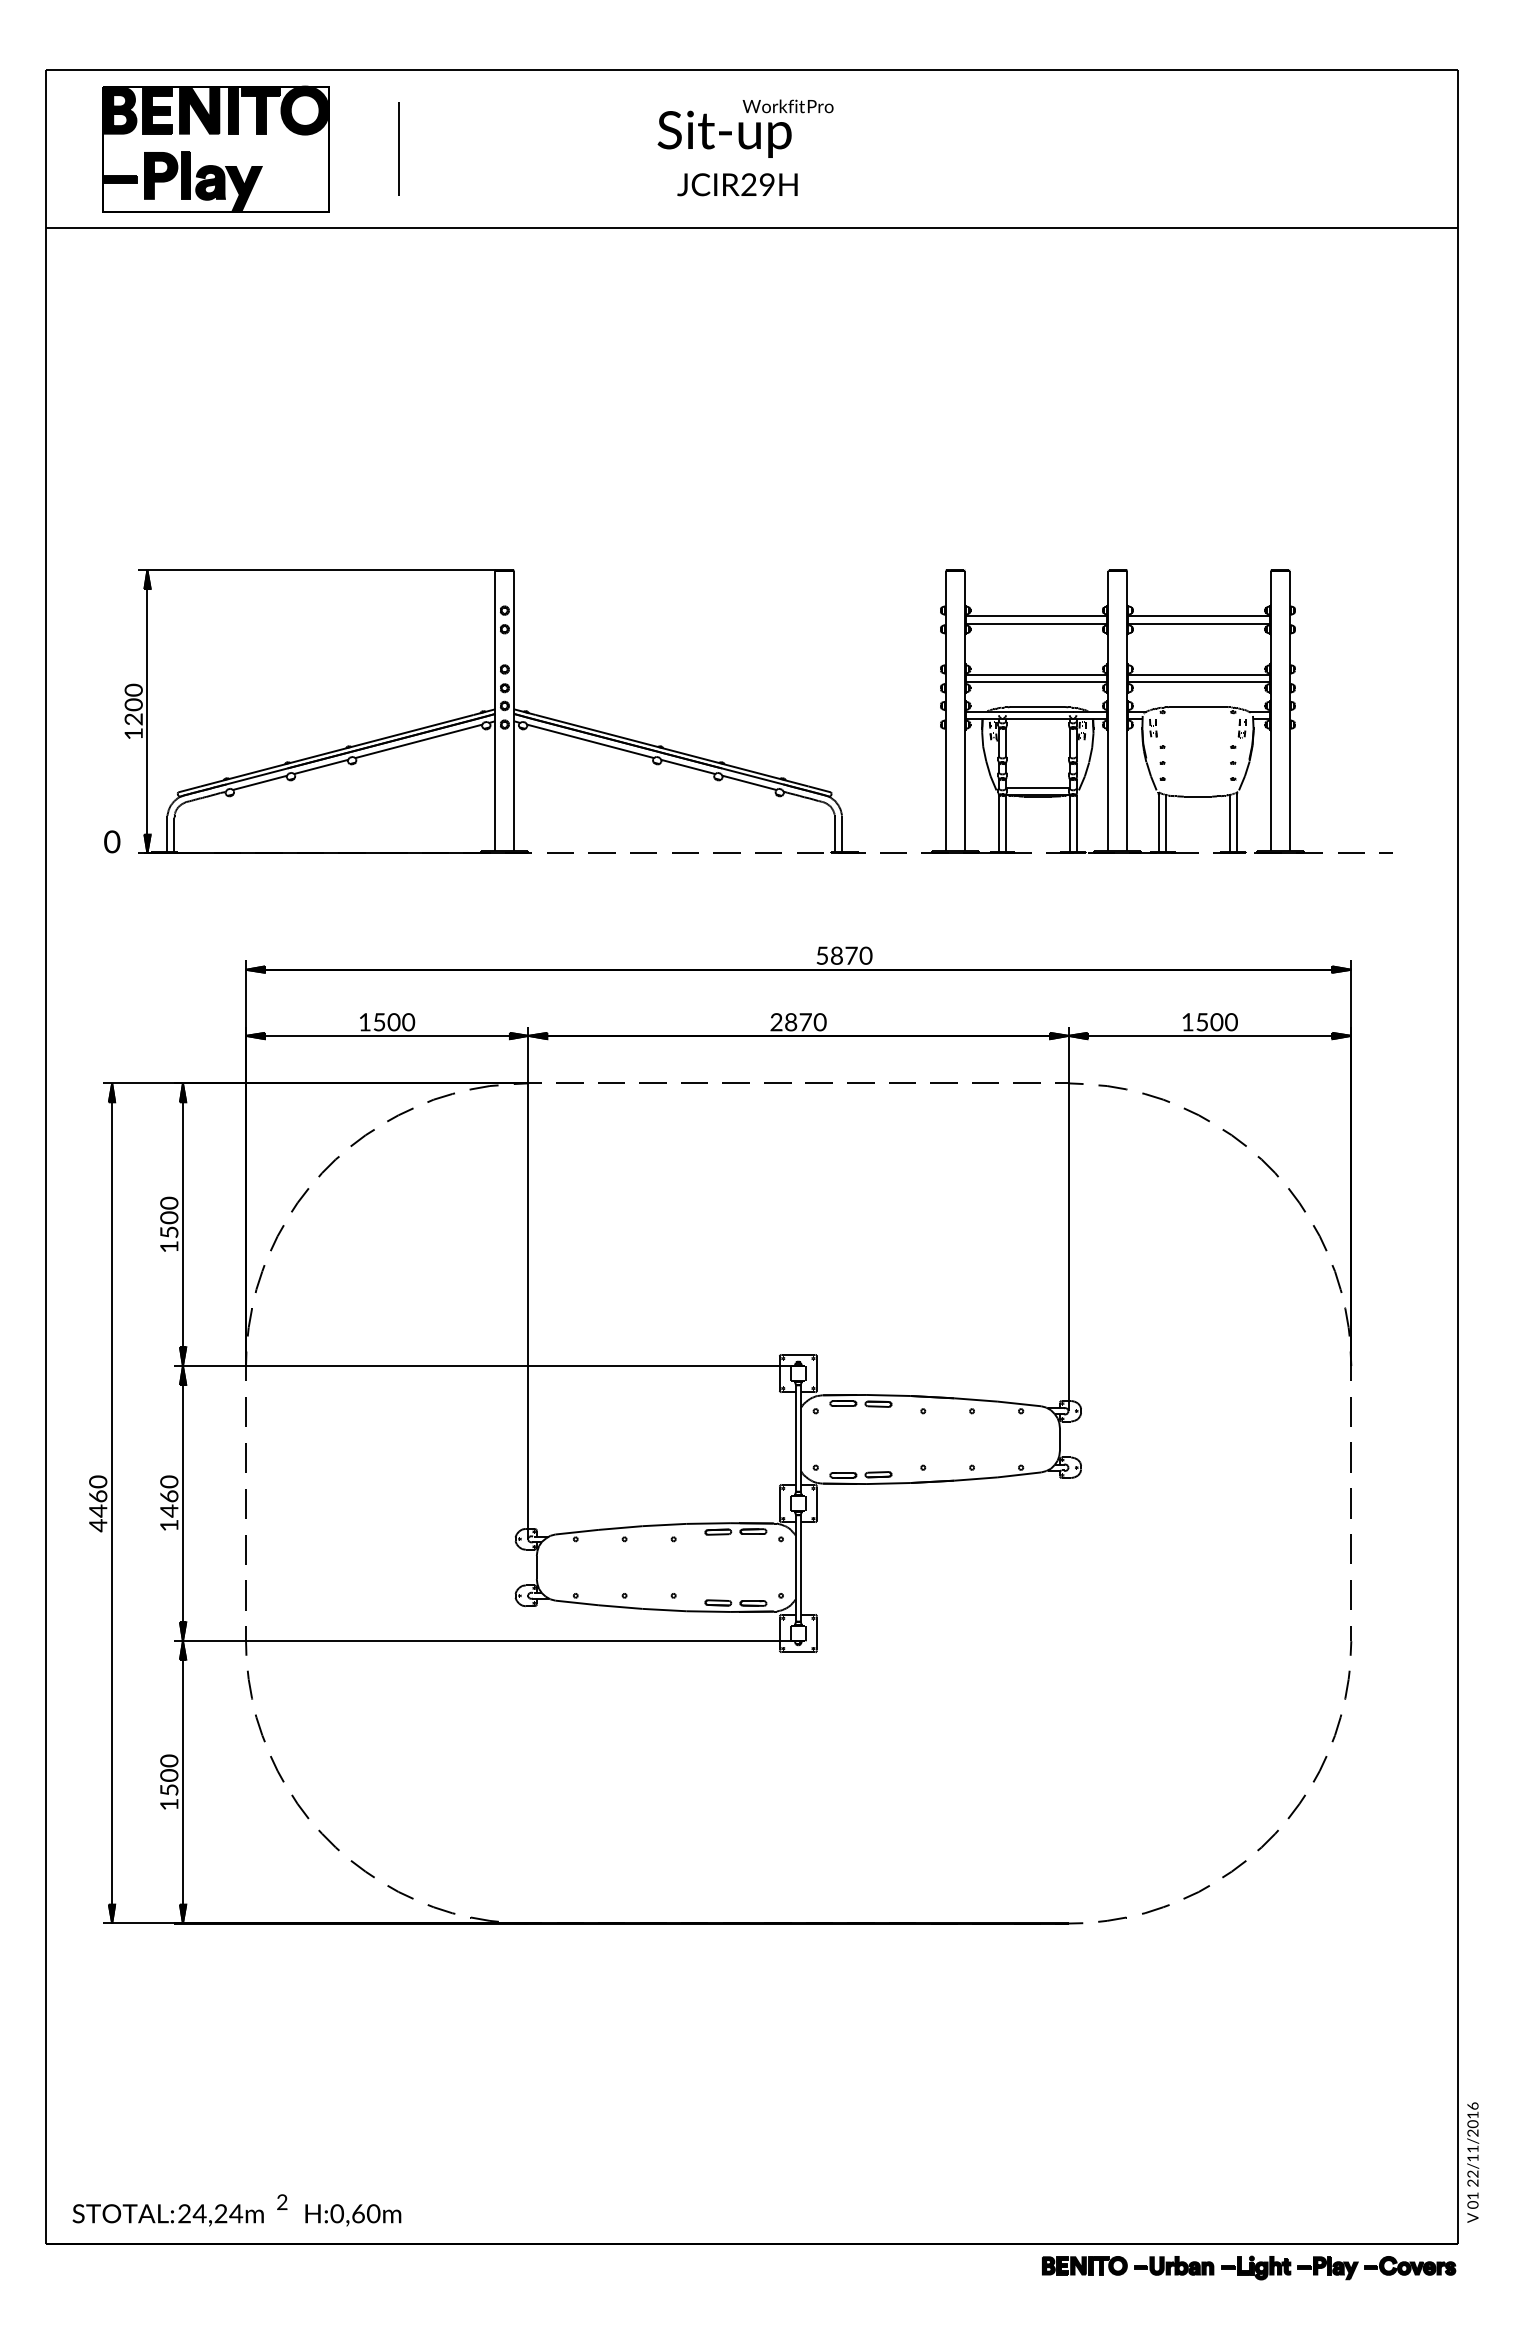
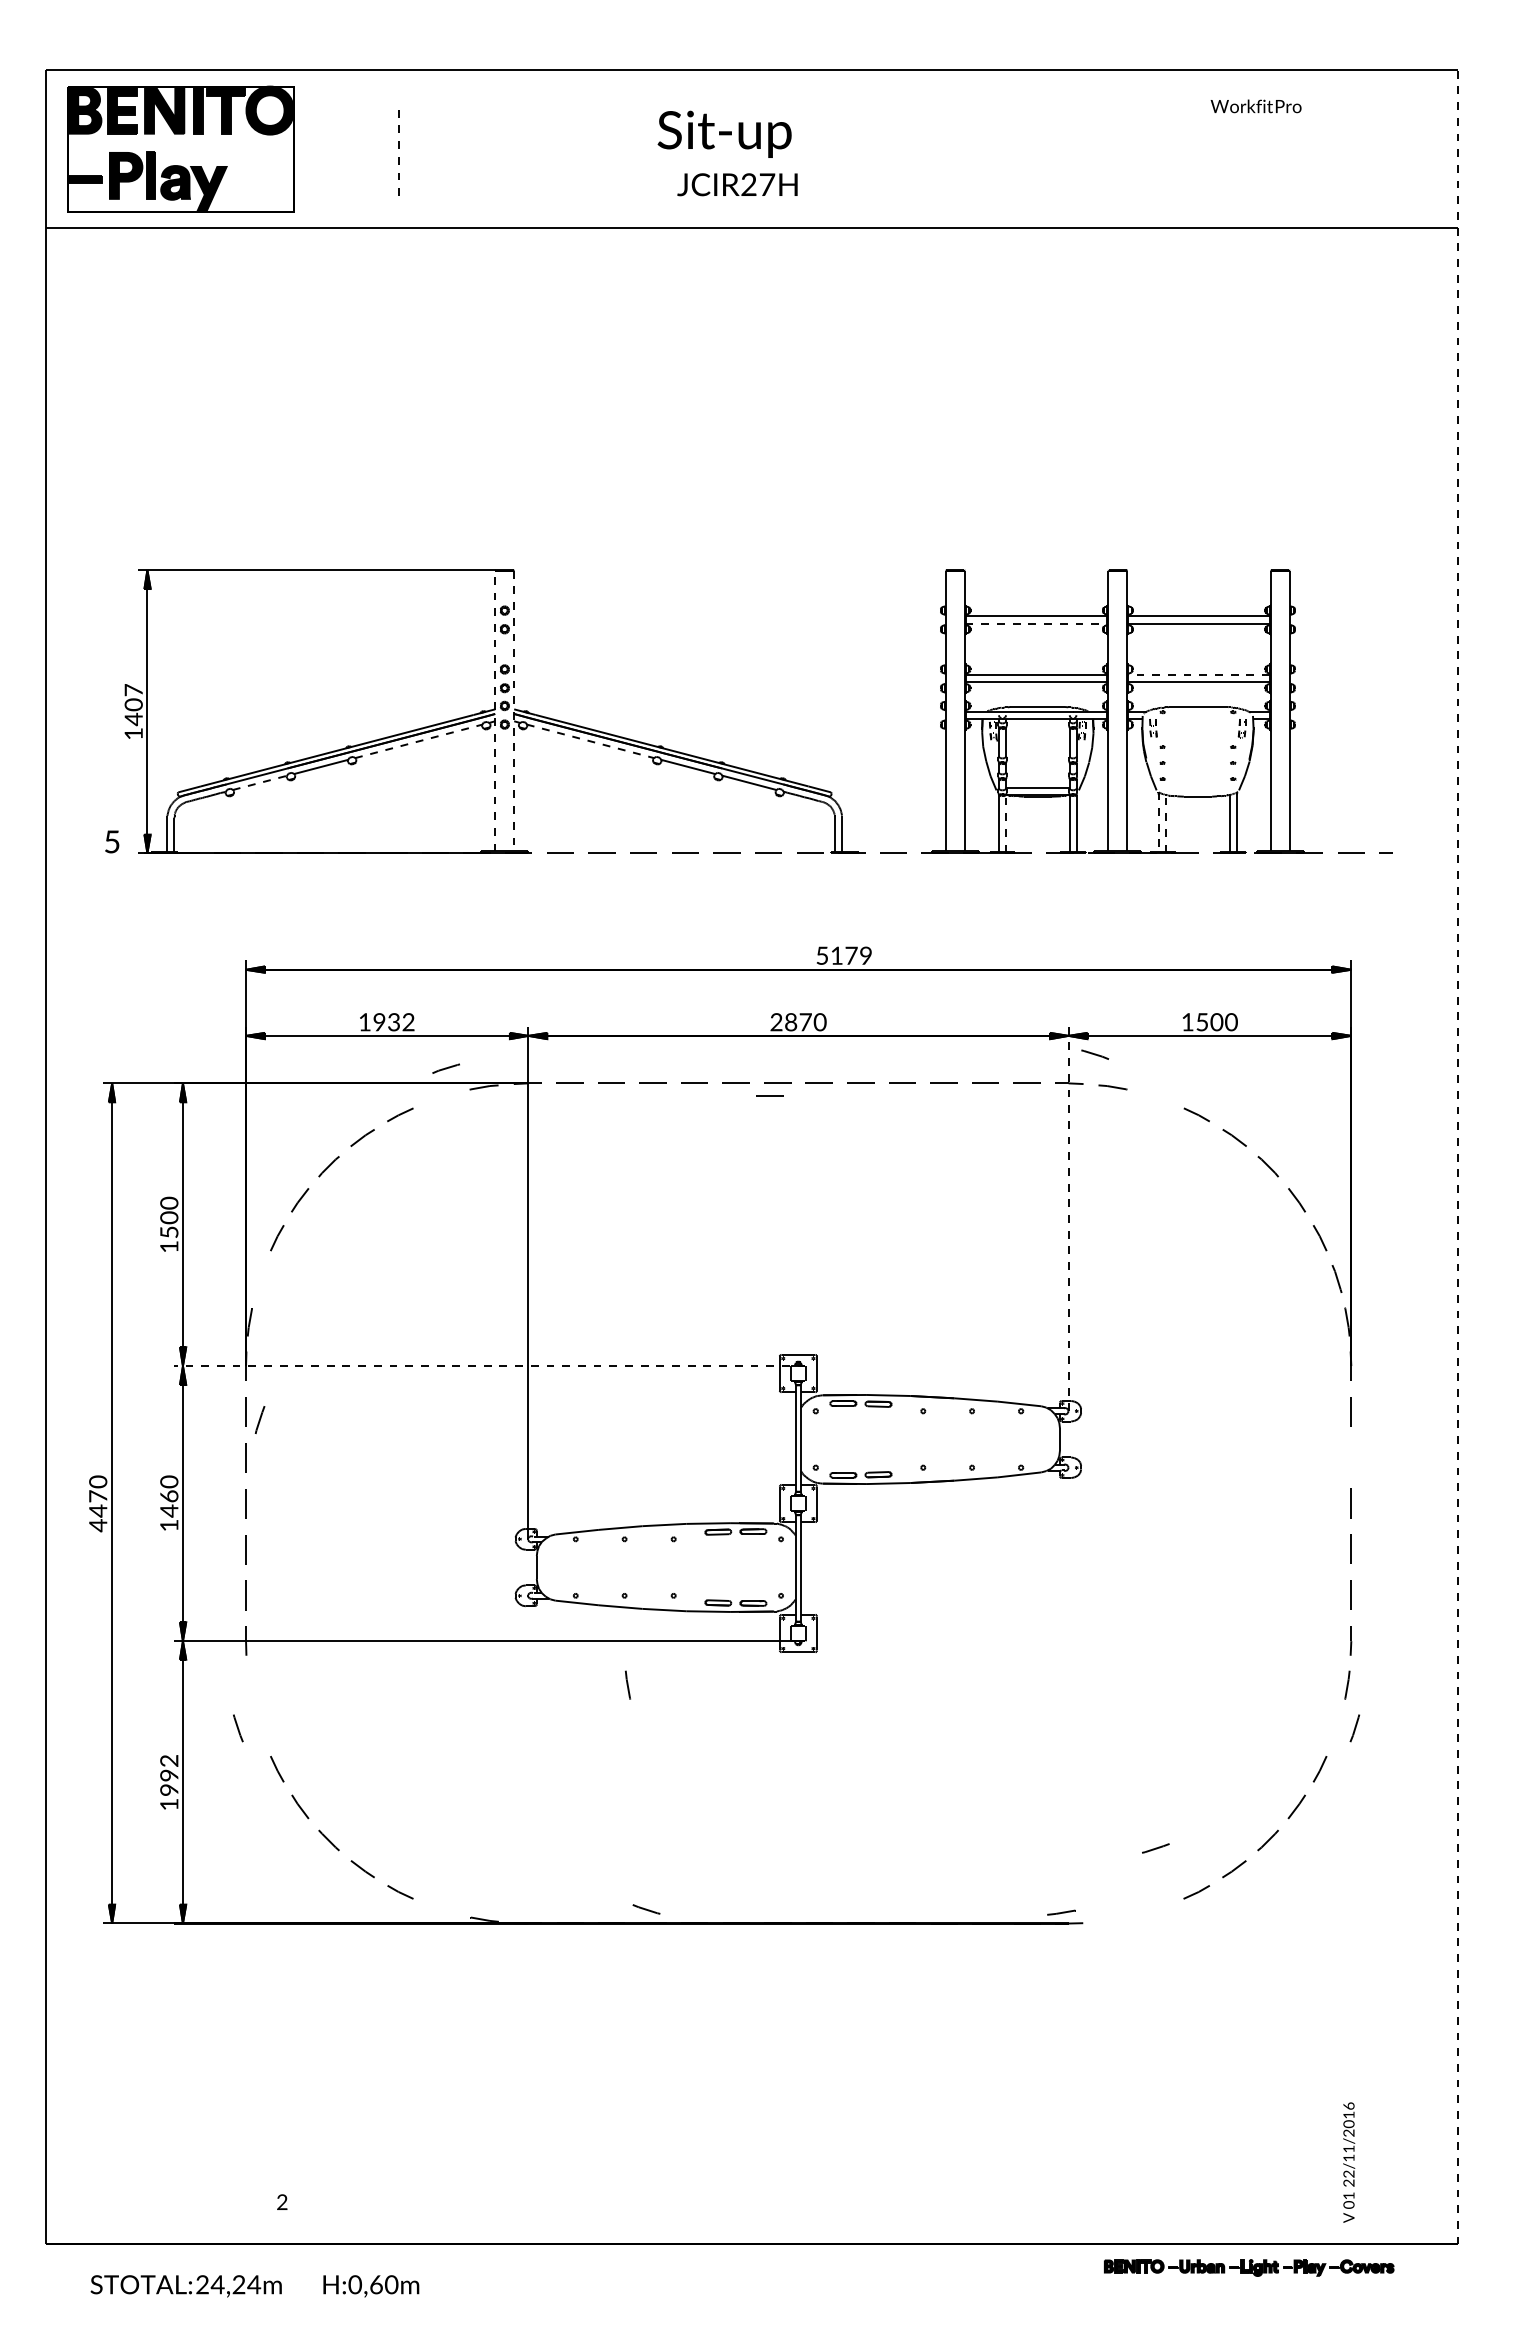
text at (787, 106) position: (787, 106) -> (1255, 106)
part at (215, 148) position: (215, 148) -> (180, 148)
line at (398, 148): solid -> dashed
text at (767, 184): JCIR29H -> JCIR27H
line at (1036, 623): solid -> dashed
line at (1199, 675): solid -> dashed
text at (133, 704): 1200 -> 1407
line at (495, 710): solid -> dashed
line at (514, 711): solid -> dashed
line at (418, 741): solid -> dashed
line at (590, 741): solid -> dashed
line at (260, 782): solid -> dashed
line at (1158, 822): solid -> dashed
line at (1006, 823): solid -> dashed
line at (1166, 823): solid -> dashed
text at (112, 841): 0 -> 5
text at (851, 955): 5870 -> 5179
text at (394, 1022): 1500 -> 1932
line at (769, 1095): none -> present
line at (440, 1097) position: (440, 1097) -> (445, 1068)
line at (1156, 1097) position: (1156, 1097) -> (1095, 1054)
line at (1458, 1157): solid -> dashed
line at (1068, 1218): solid -> dashed
line at (259, 1278) position: (259, 1278) -> (259, 1419)
line at (489, 1366): solid -> dashed
line at (1350, 1457): present -> none
text at (98, 1496): 4460 -> 4470
line at (249, 1684) position: (249, 1684) -> (627, 1684)
line at (260, 1728) position: (260, 1728) -> (238, 1728)
line at (1336, 1728) position: (1336, 1728) -> (1354, 1728)
text at (169, 1774): 1500 -> 1992
line at (441, 1909) position: (441, 1909) -> (646, 1909)
line at (1155, 1909) position: (1155, 1909) -> (1155, 1848)
line at (1112, 1919) position: (1112, 1919) -> (1061, 1912)
text at (1473, 2162) position: (1473, 2162) -> (1349, 2162)
text at (236, 2215) position: (236, 2215) -> (254, 2286)
part at (1249, 2267) size: 415x26 px -> 291x18 px
